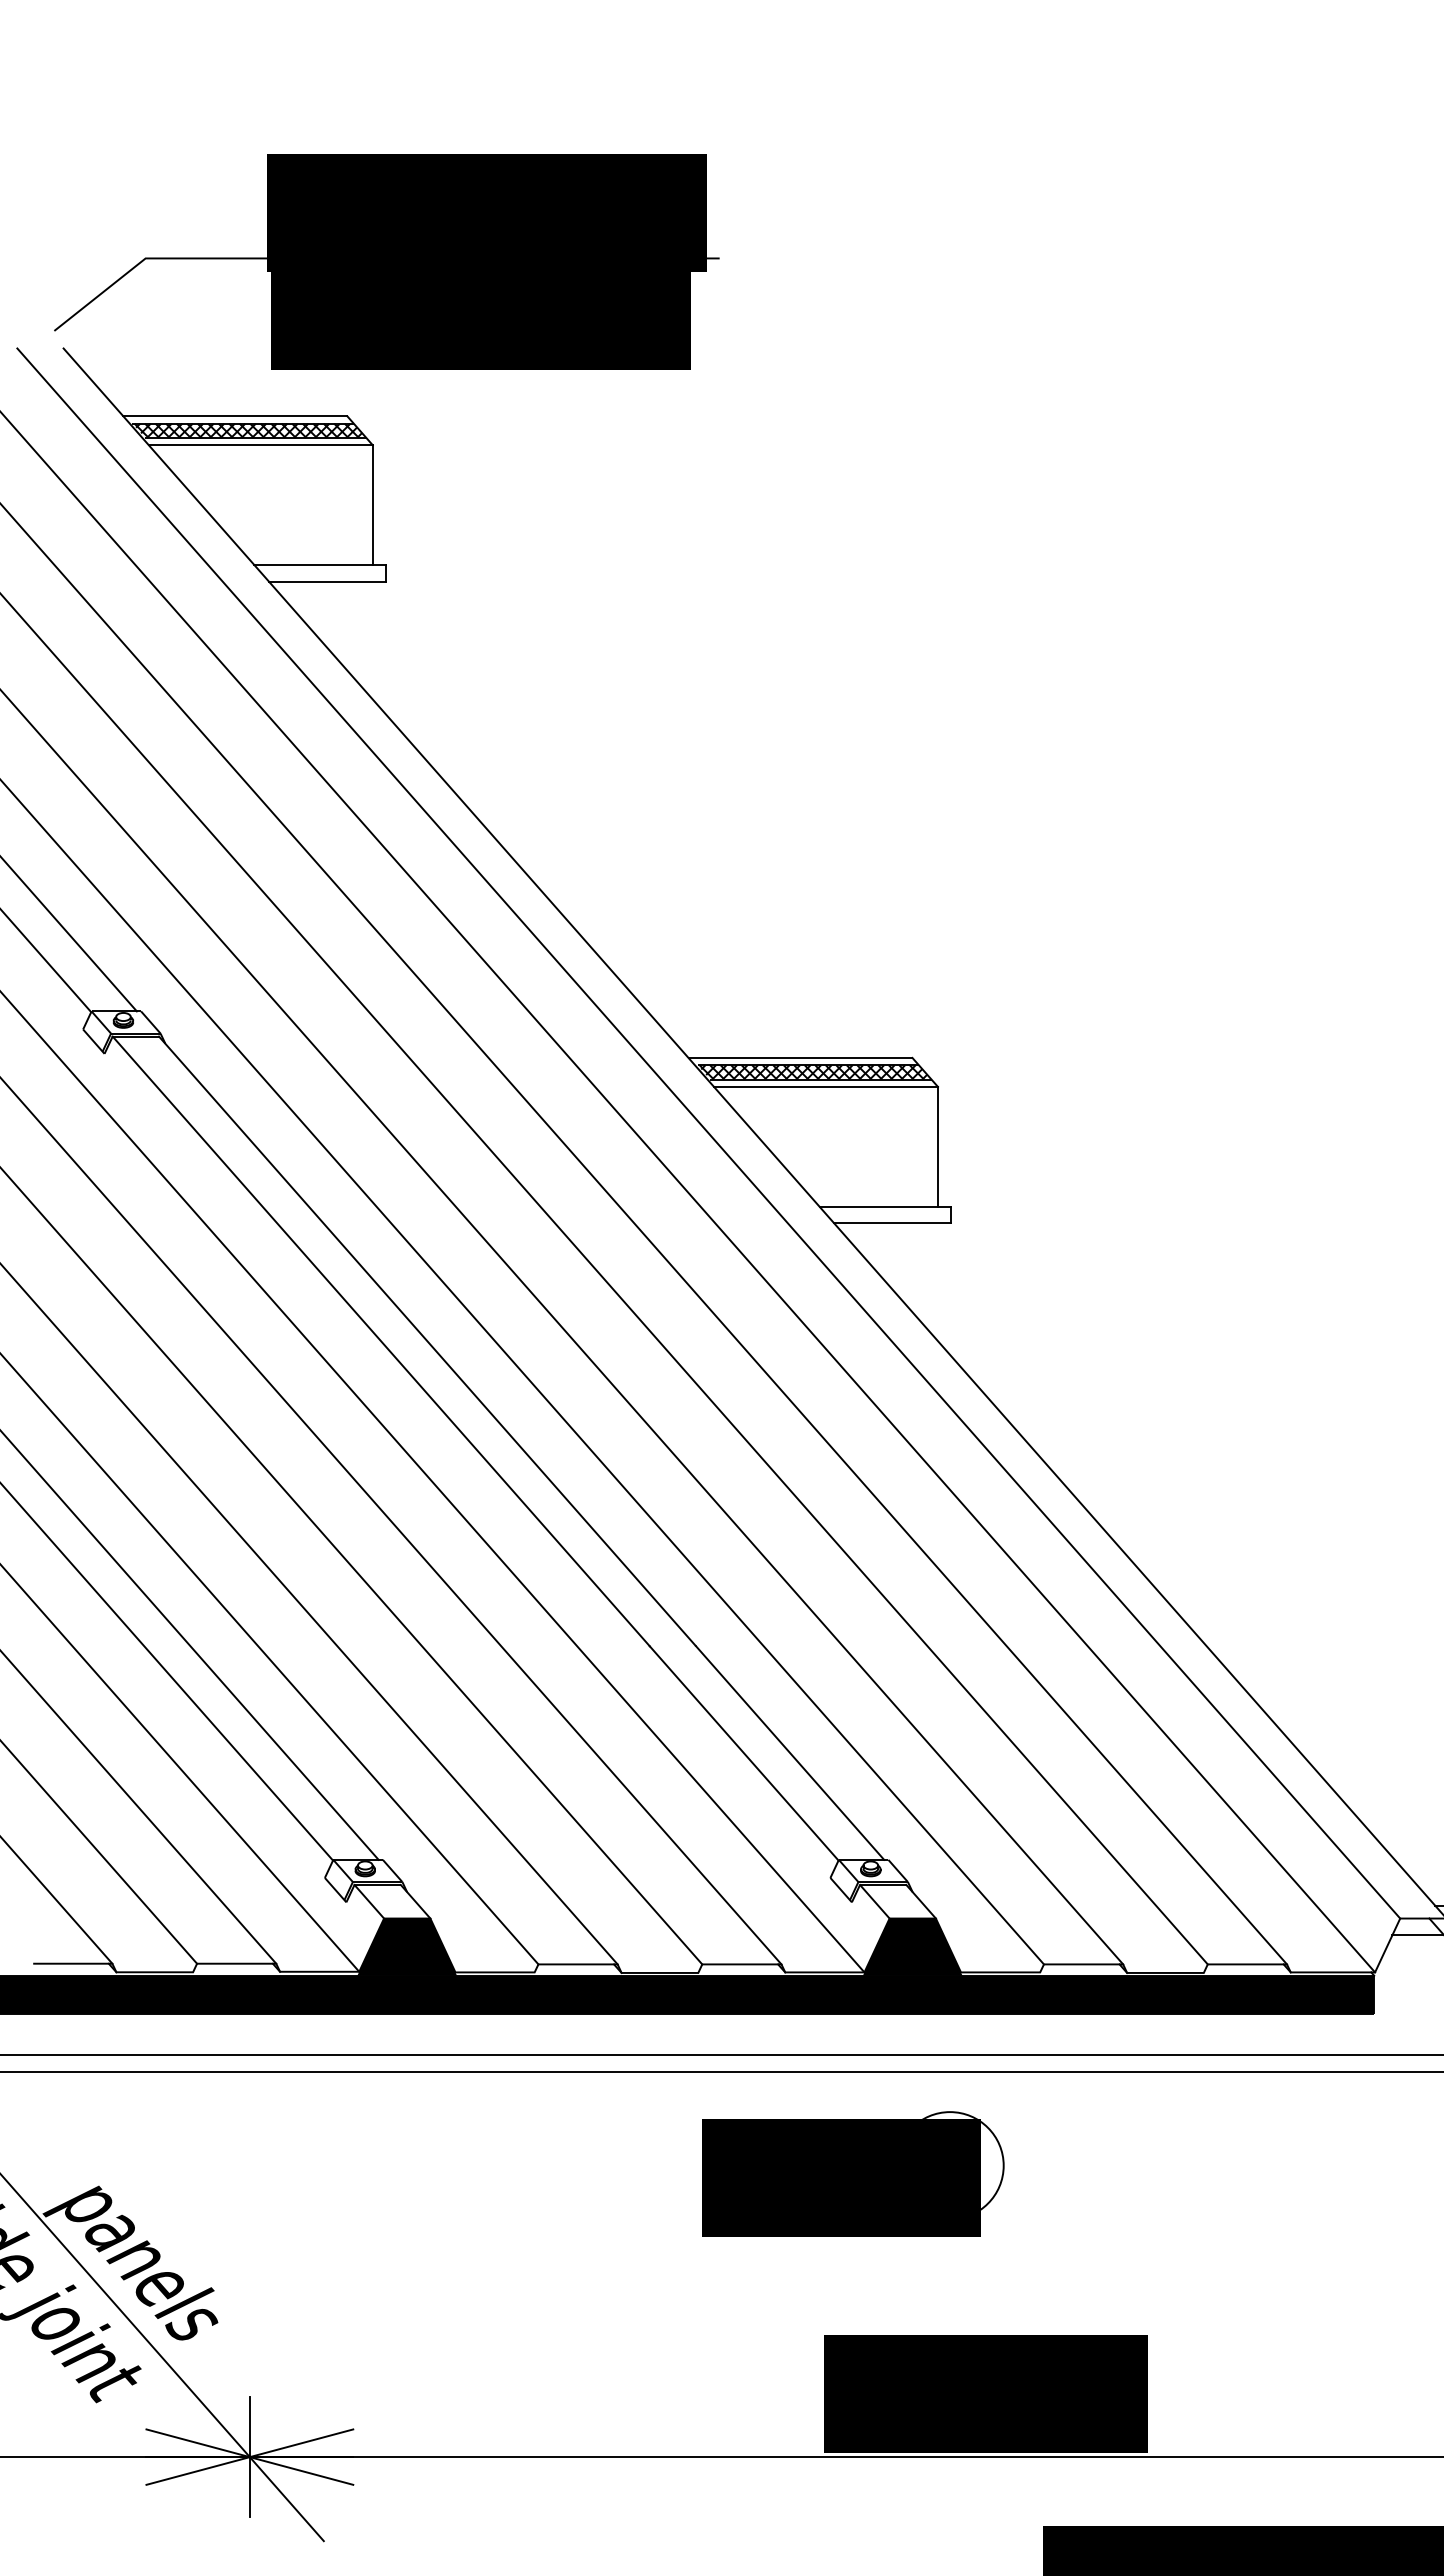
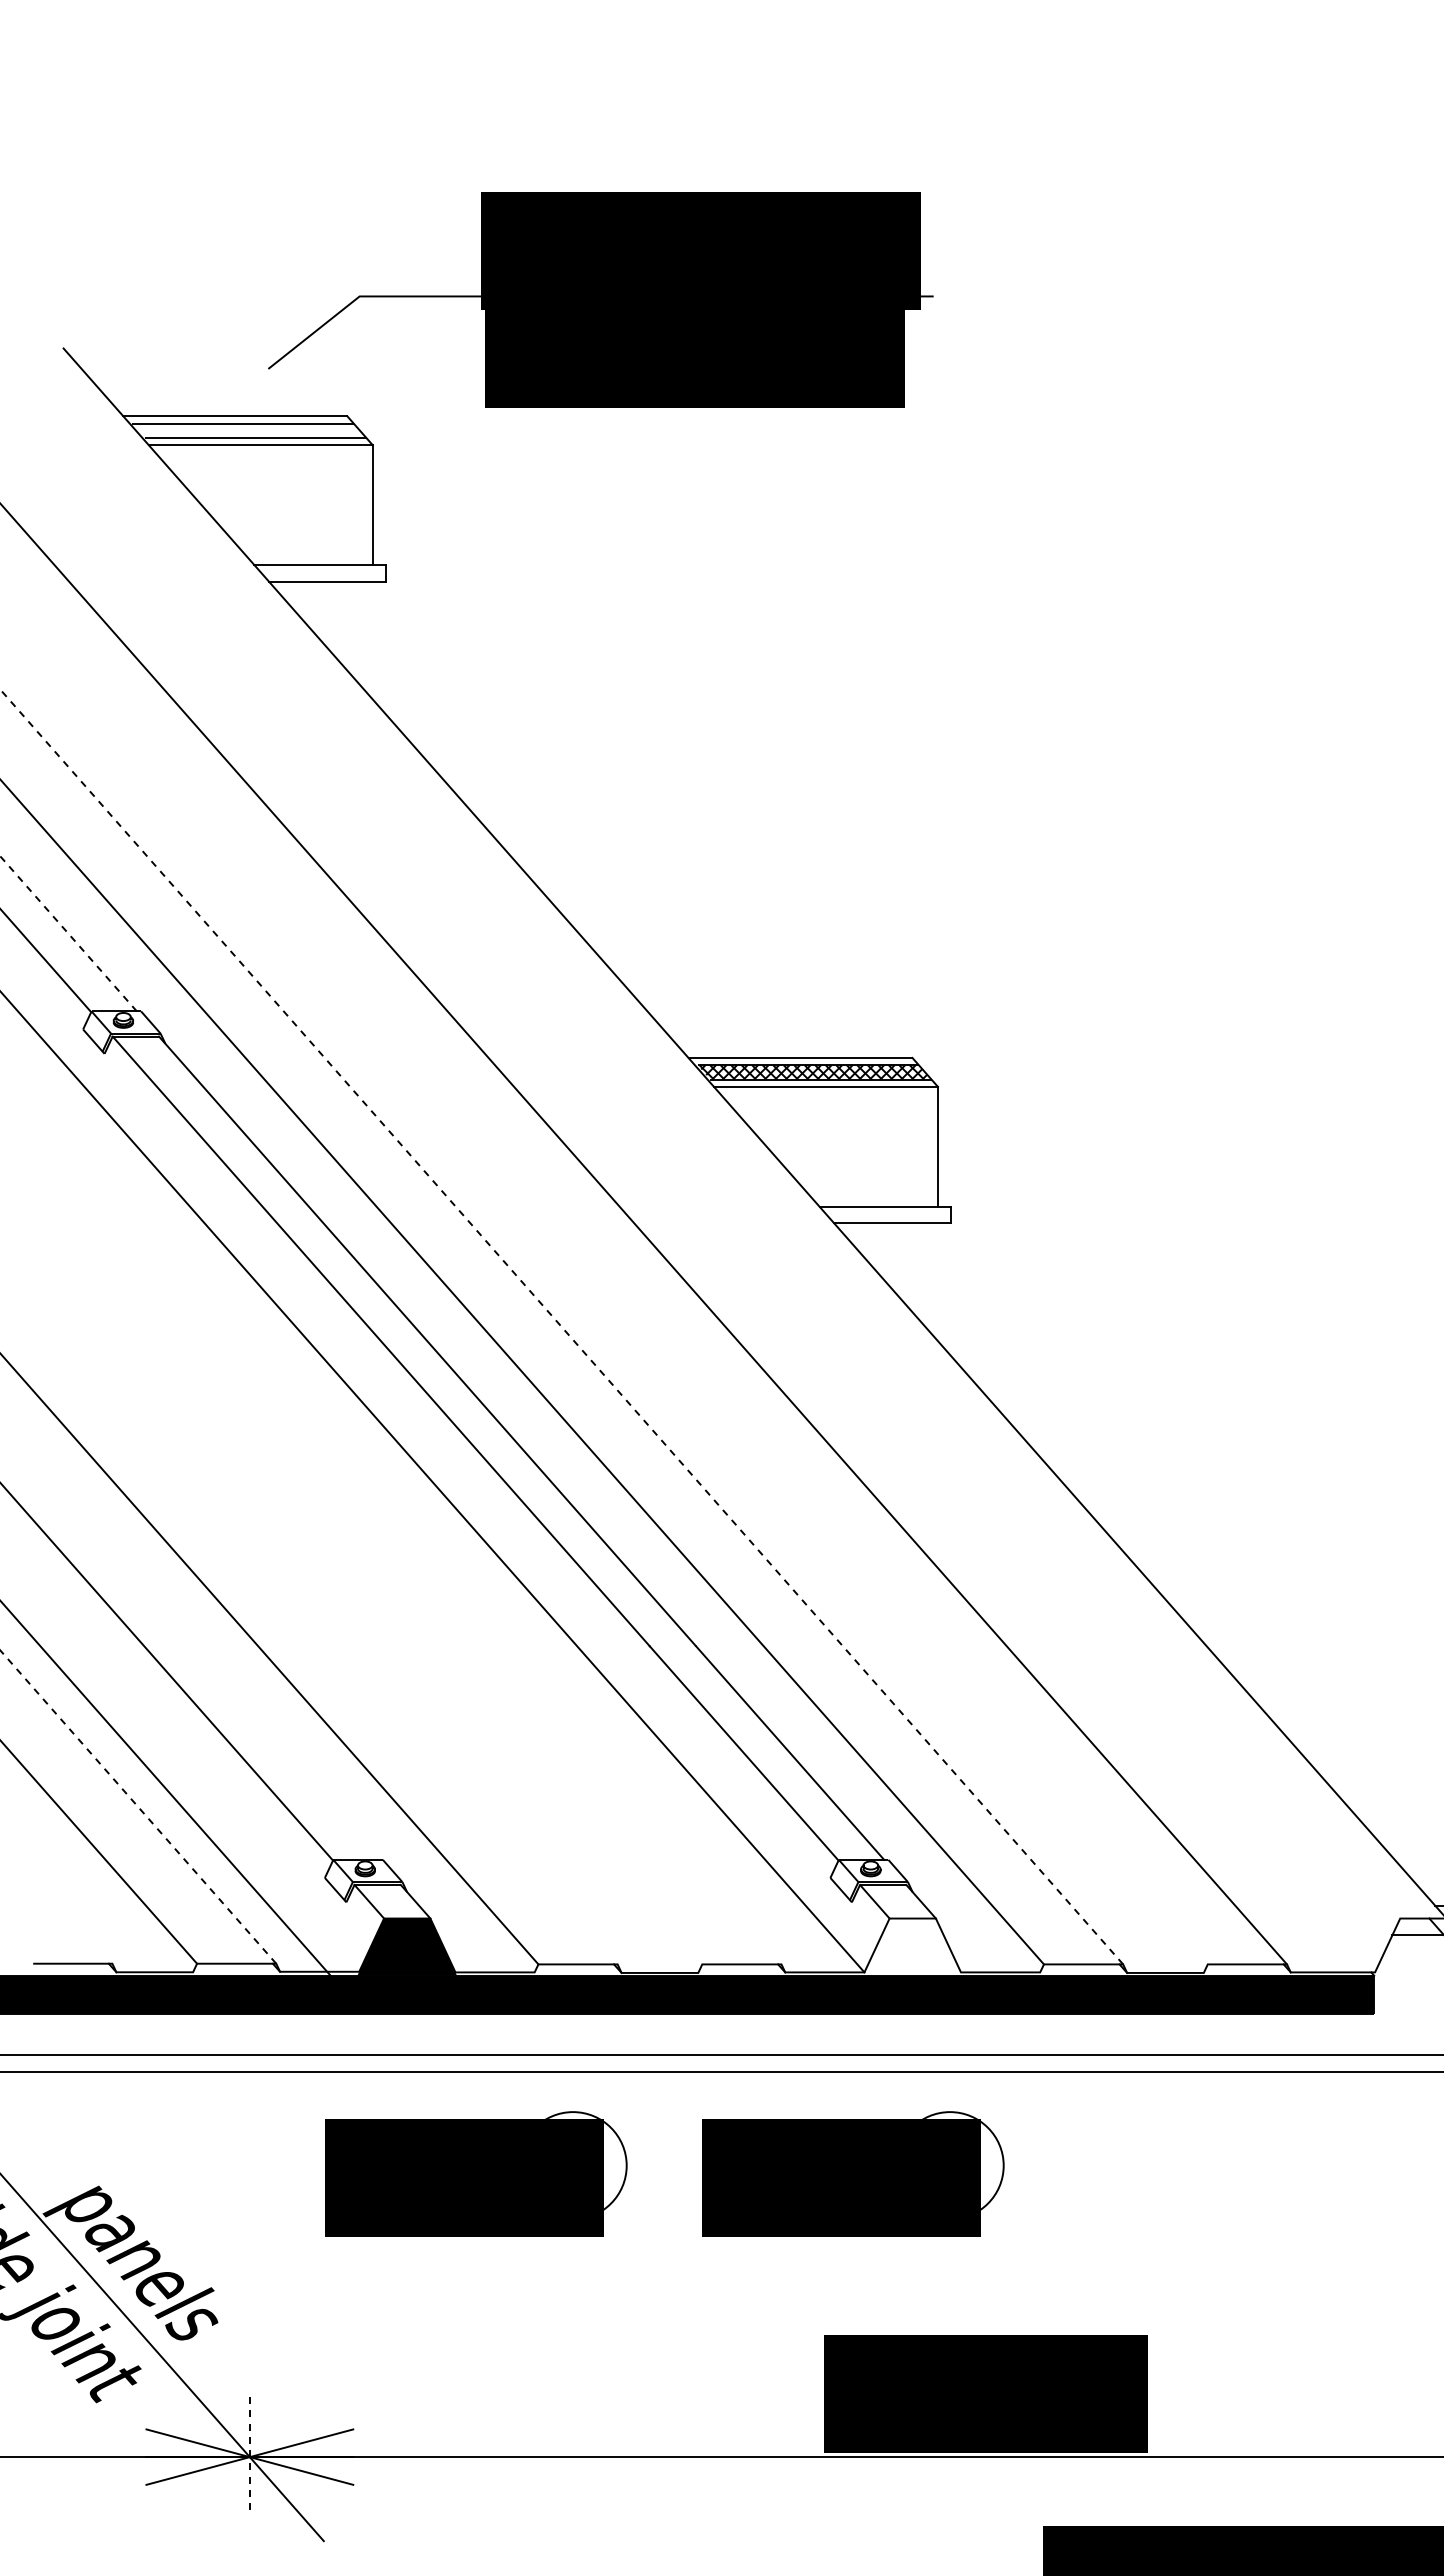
part at (386, 261) position: (386, 261) -> (600, 299)
hatch at (248, 430): present -> none
line at (68, 933): solid -> dashed
line at (708, 1133): present -> none
line at (688, 1192): present -> none
line at (604, 1280): present -> none
line at (561, 1326): solid -> dashed
line at (391, 1521): present -> none
line at (352, 1566): present -> none
line at (309, 1614): present -> none
line at (190, 1645): present -> none
line at (180, 1768) position: (180, 1768) -> (171, 1794)
line at (138, 1806): solid -> dashed
line at (57, 1901): present -> none
fill at (912, 1946): present -> none
part at (476, 2173): none -> present
line at (249, 2457): solid -> dashed
